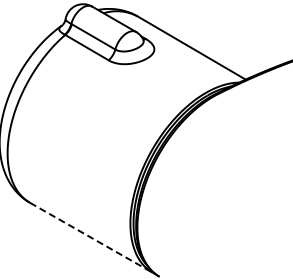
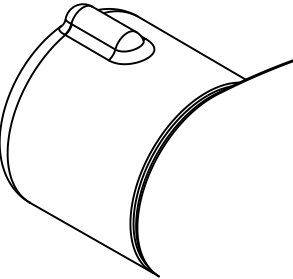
line at (91, 237): dashed -> solid
